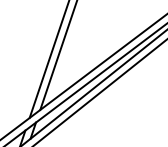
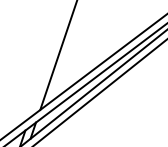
line at (48, 59): present -> none
